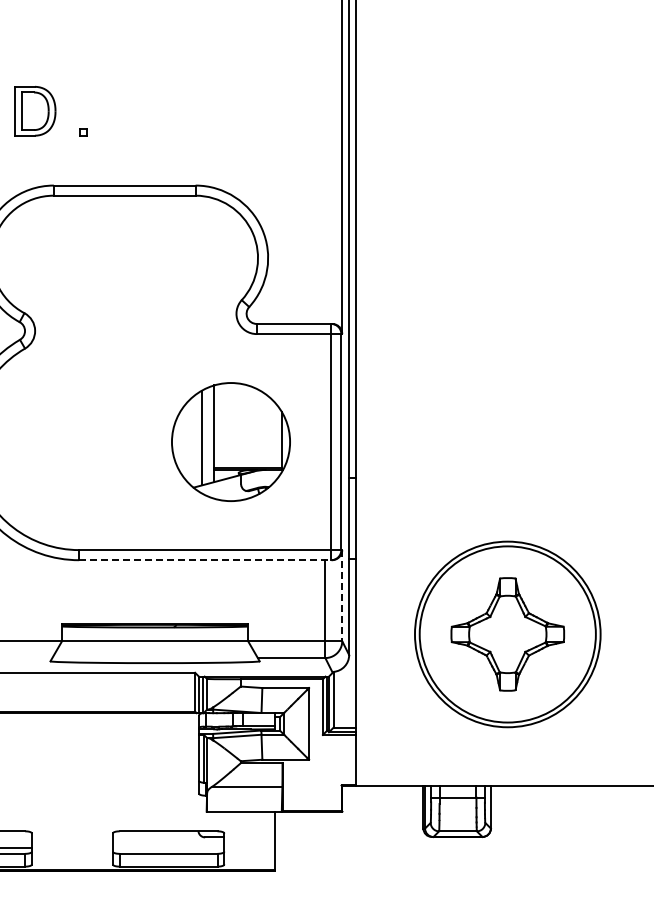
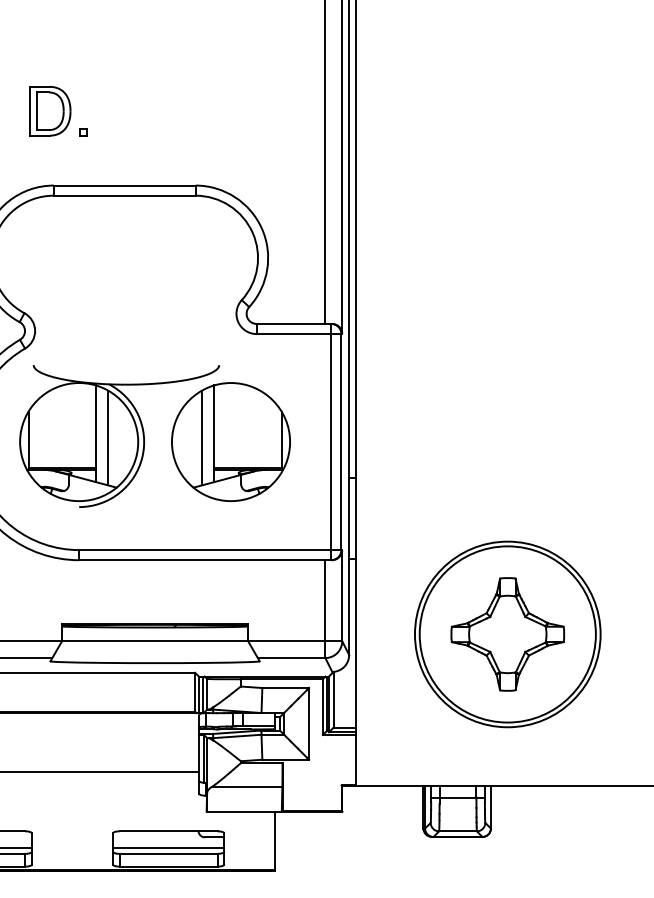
part at (35, 110) position: (35, 110) -> (50, 110)
line at (325, 162): none -> present
part at (119, 436): none -> present
line at (206, 560): dashed -> solid
line at (342, 595): dashed -> solid
line at (27, 658): none -> present
line at (100, 772): none -> present
line at (168, 847): none -> present
